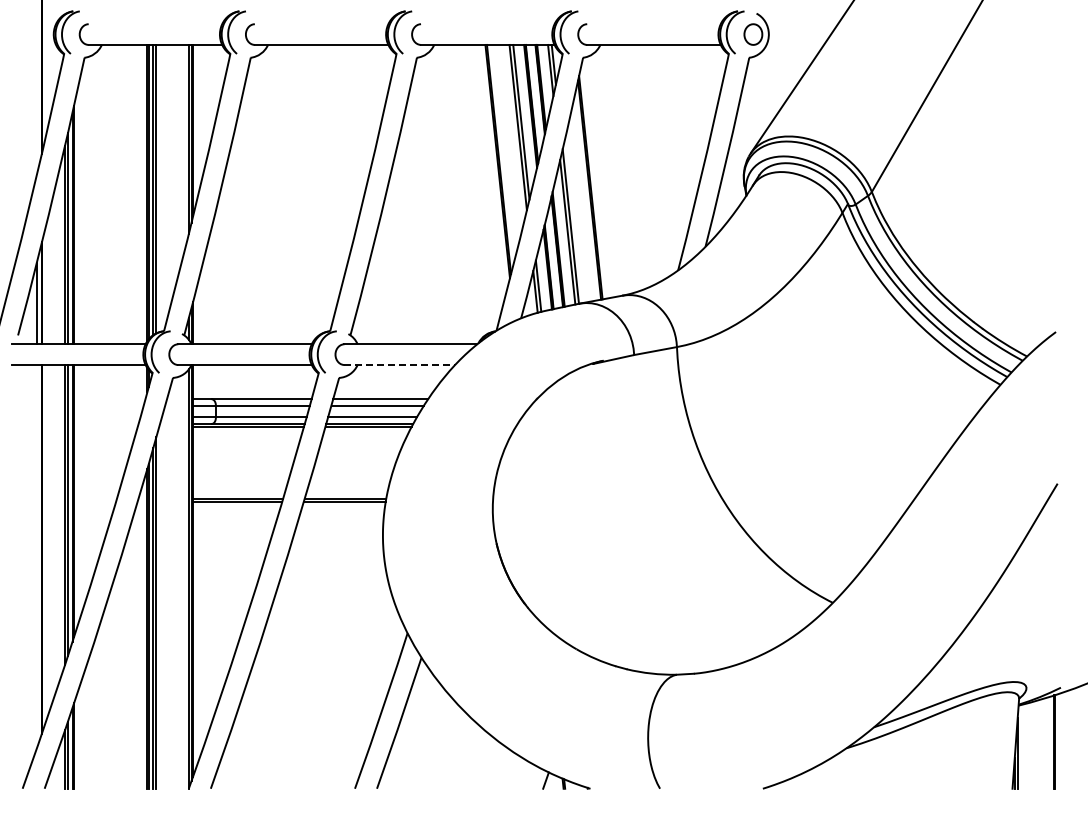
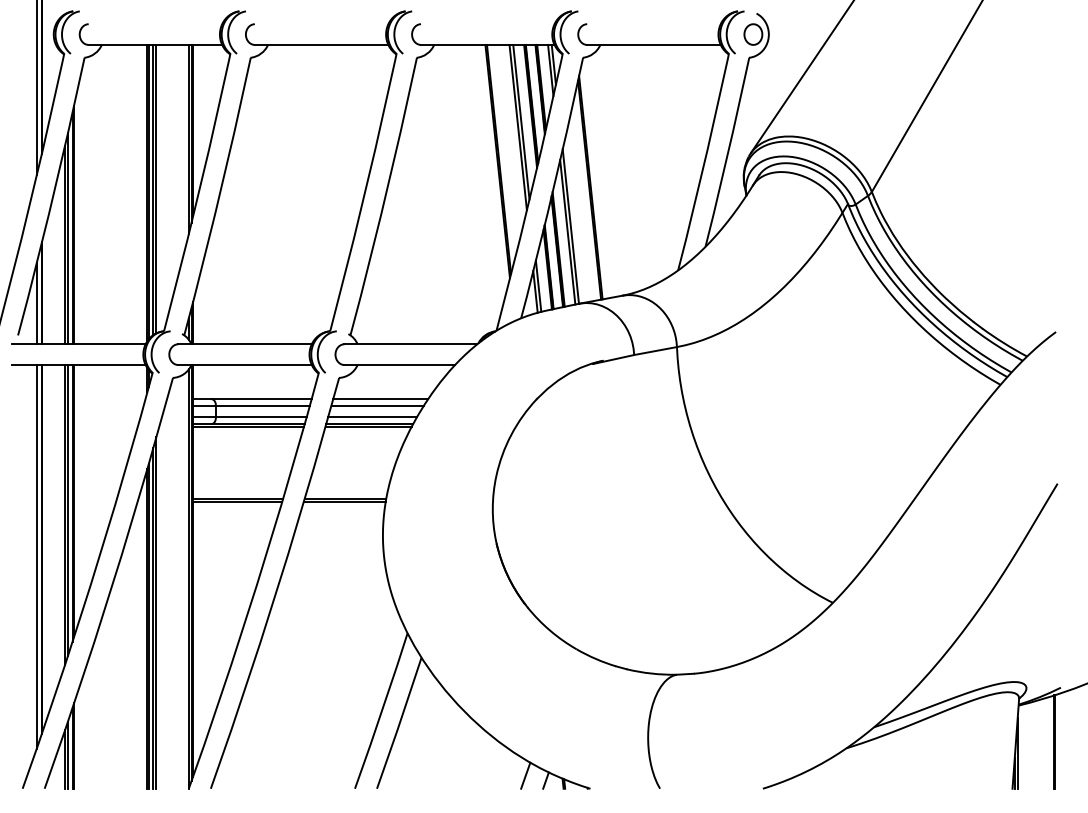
line at (36, 88): none -> present
line at (400, 365): dashed -> solid
line at (36, 556): none -> present
line at (525, 775): none -> present
